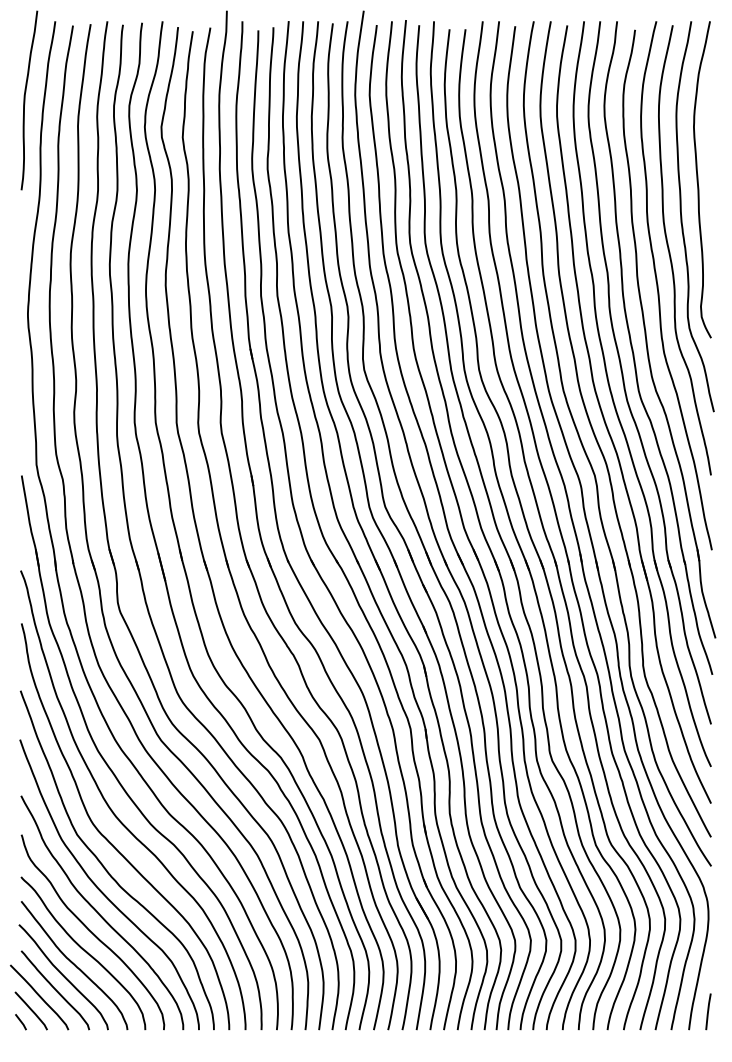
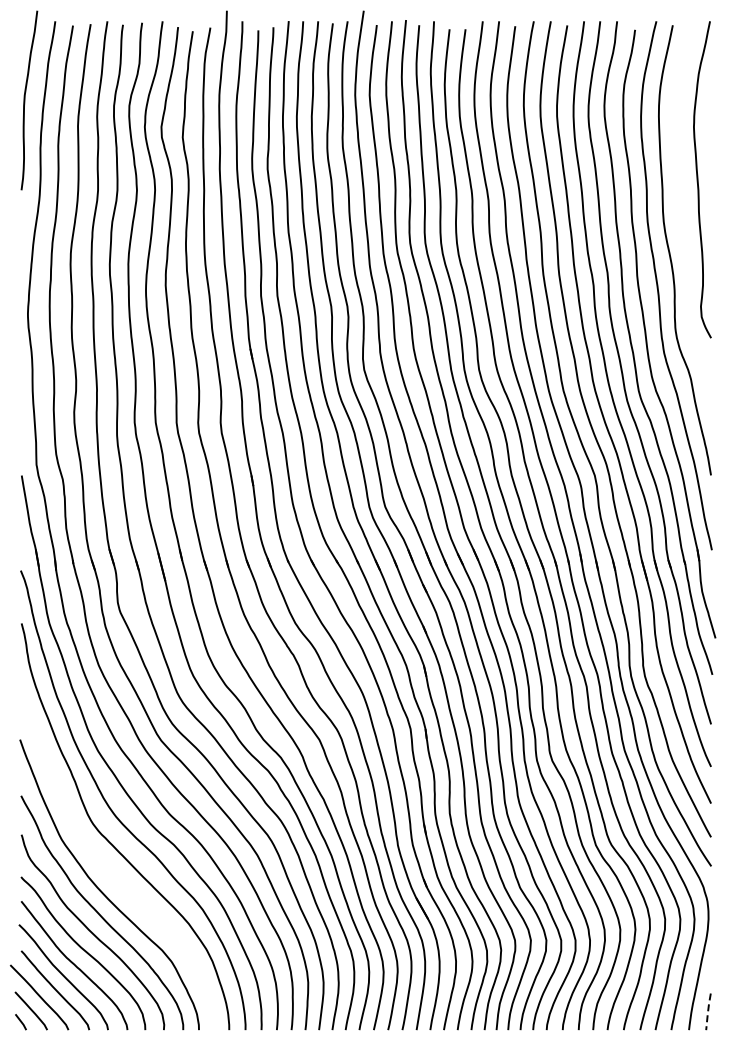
curve at (682, 216): present -> none
curve at (106, 868): present -> none
line at (708, 1011): solid -> dashed
